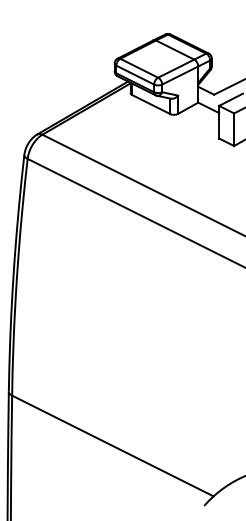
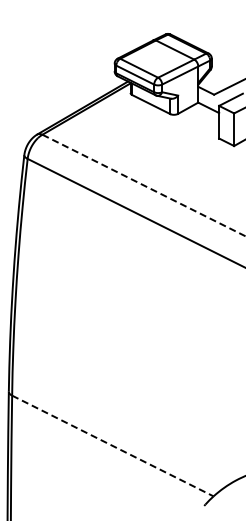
line at (144, 185): solid -> dashed
line at (112, 446): solid -> dashed
